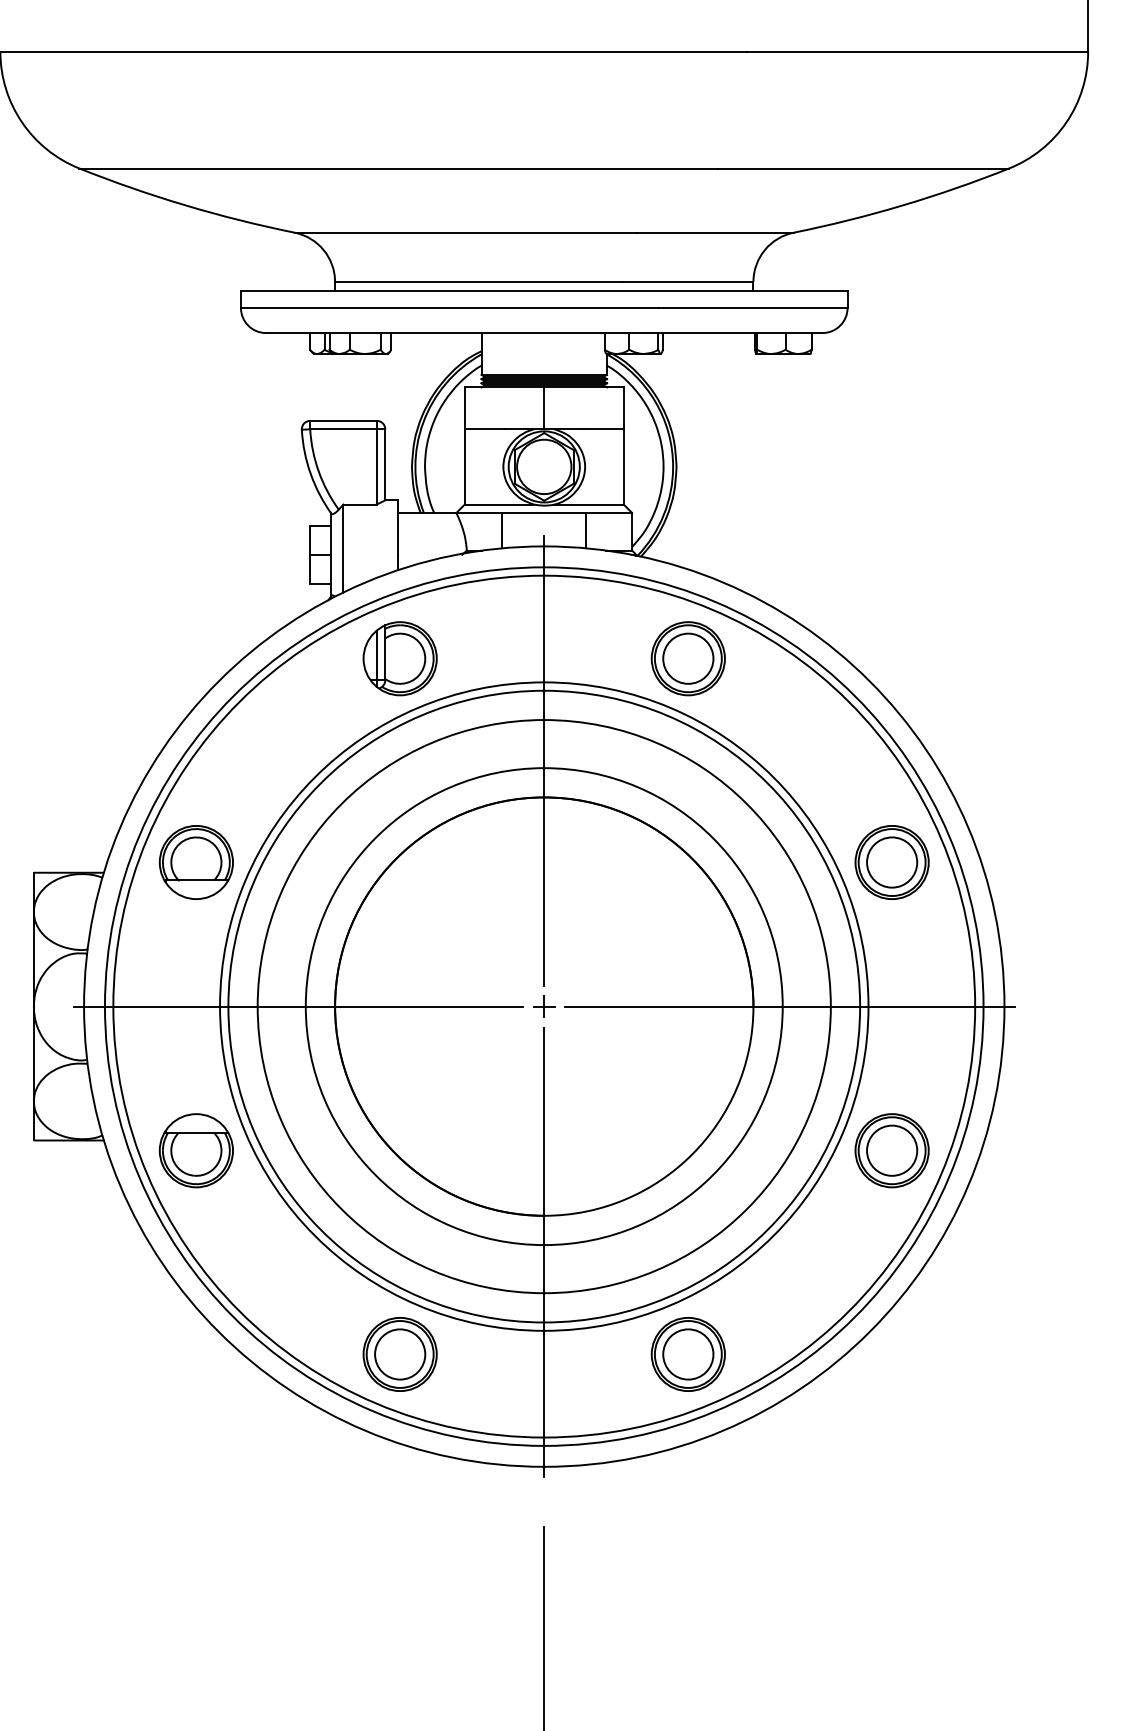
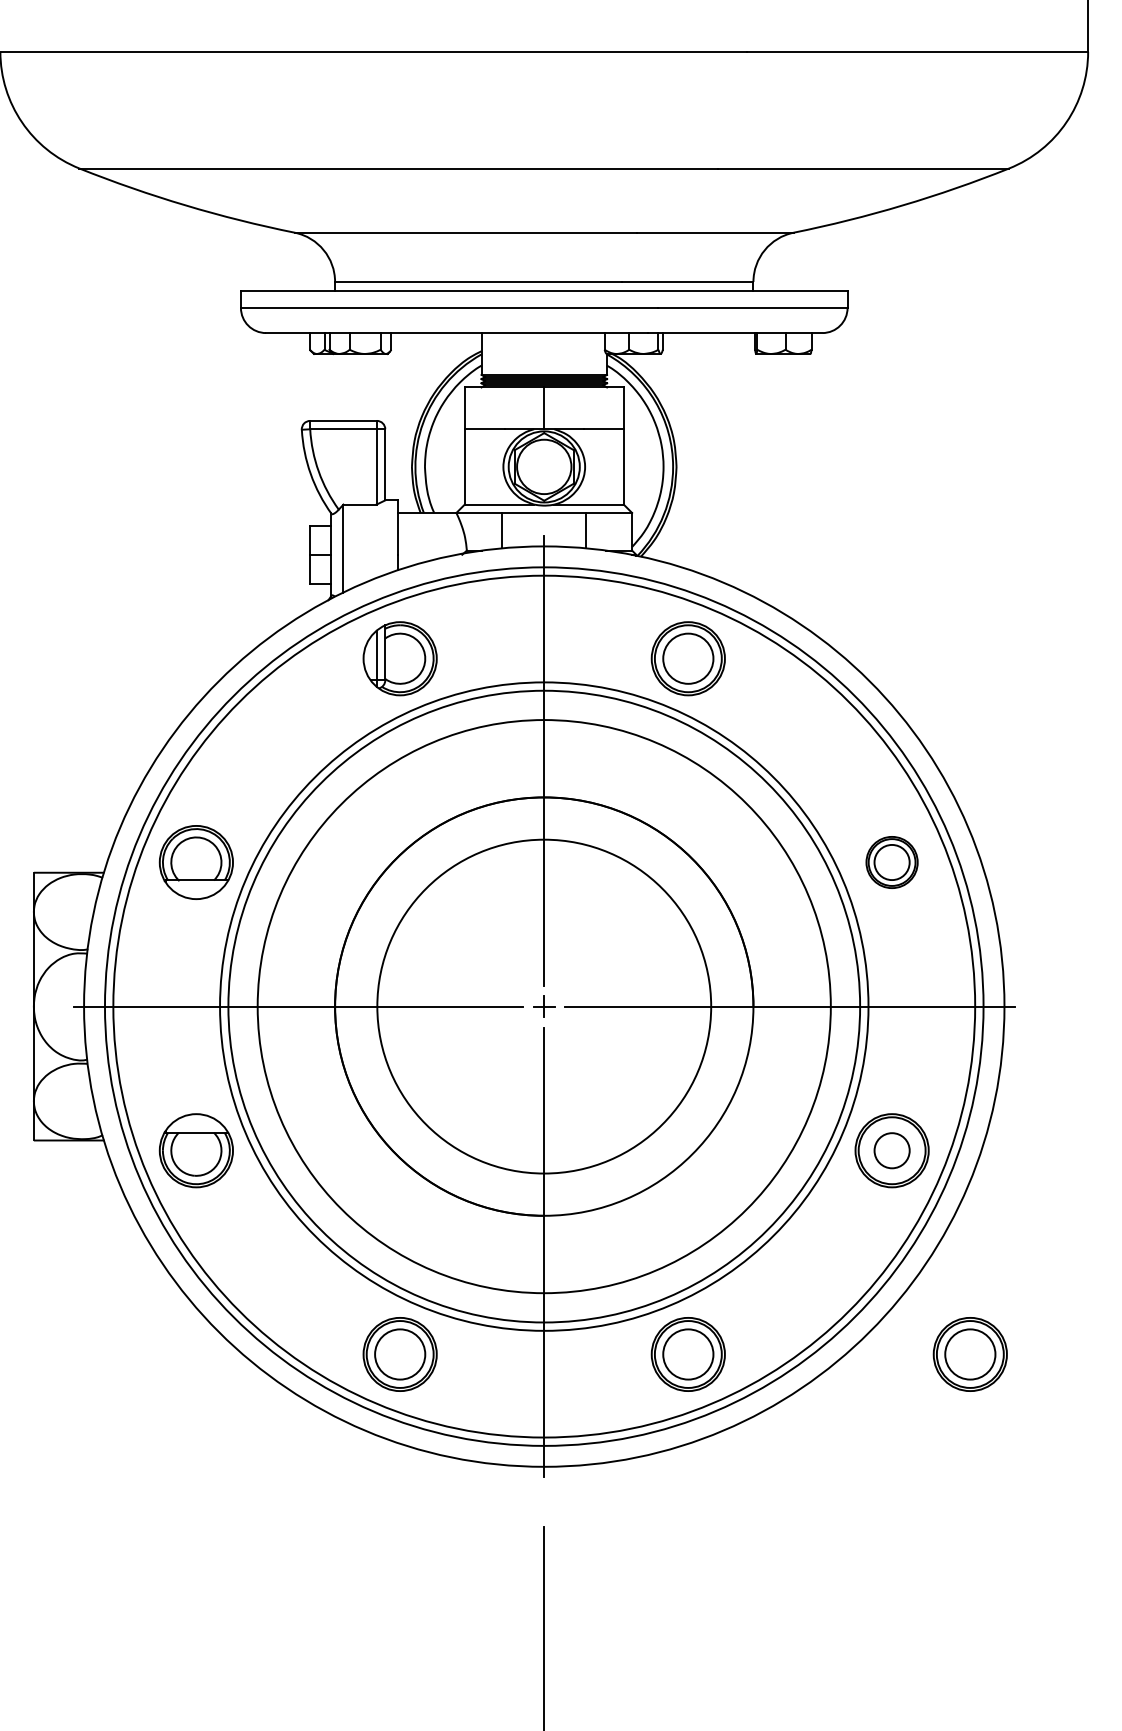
part at (891, 862) size: 76x75 px -> 54x53 px
circle at (543, 1006) diameter: 477 px -> 334 px
circle at (892, 1150) diameter: 50 px -> 35 px
part at (969, 1354): none -> present
